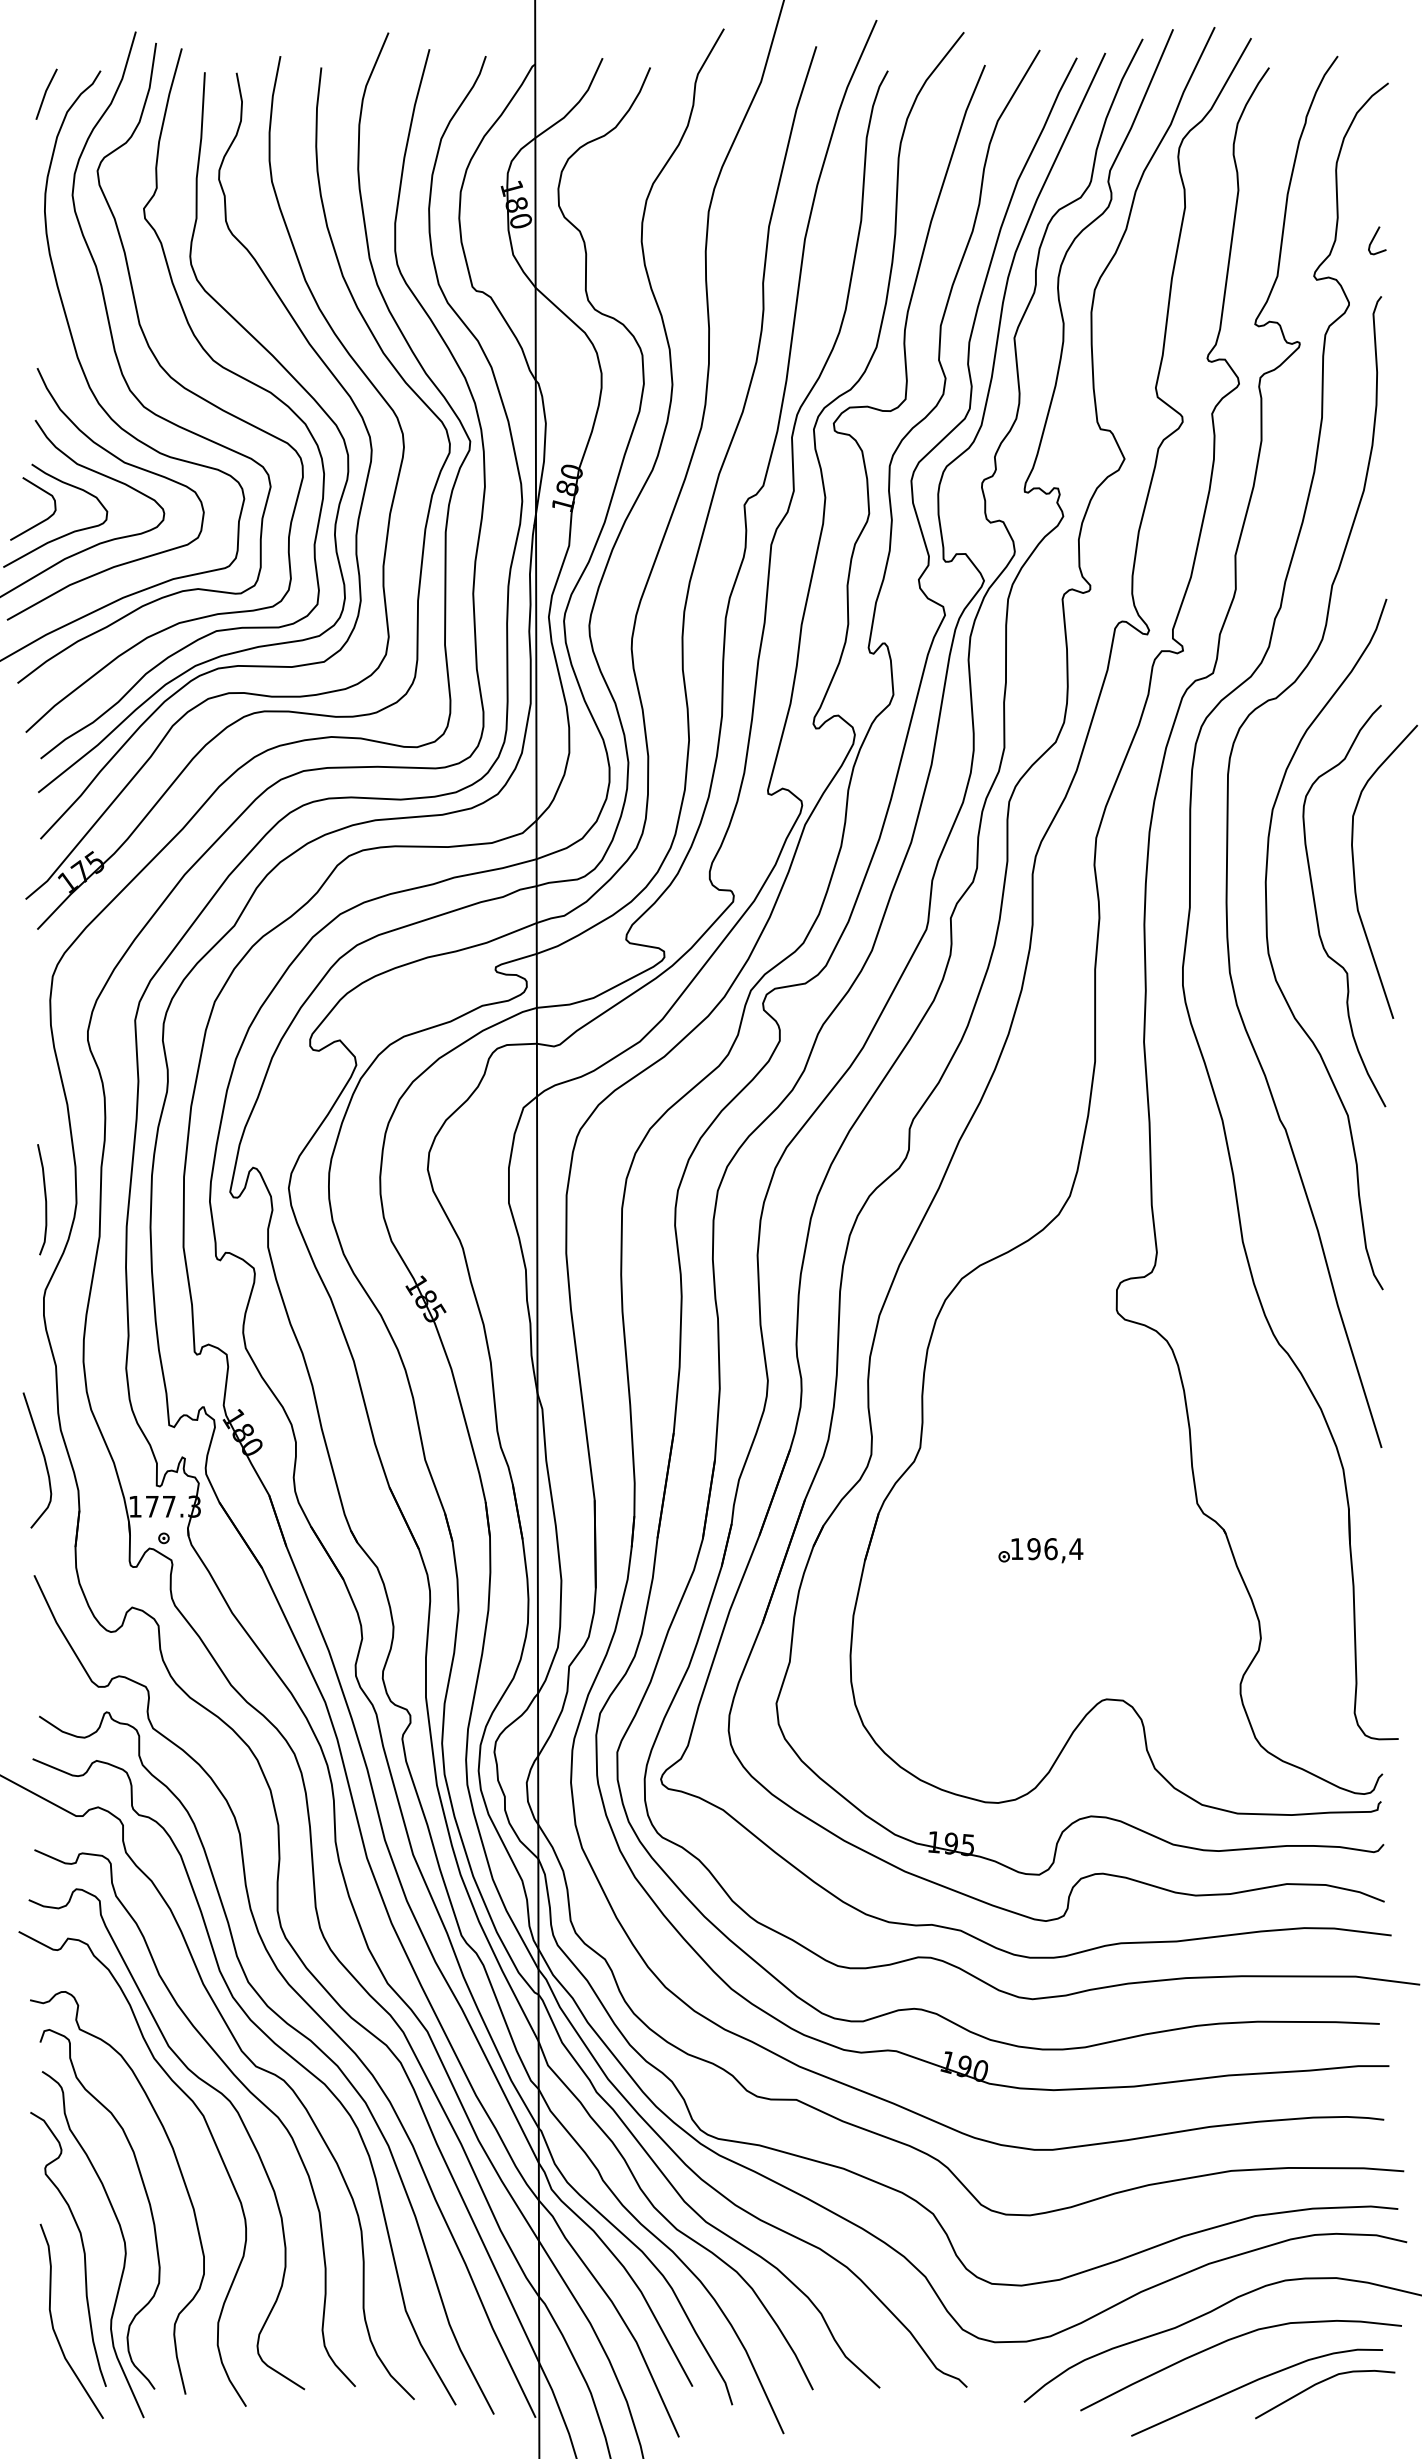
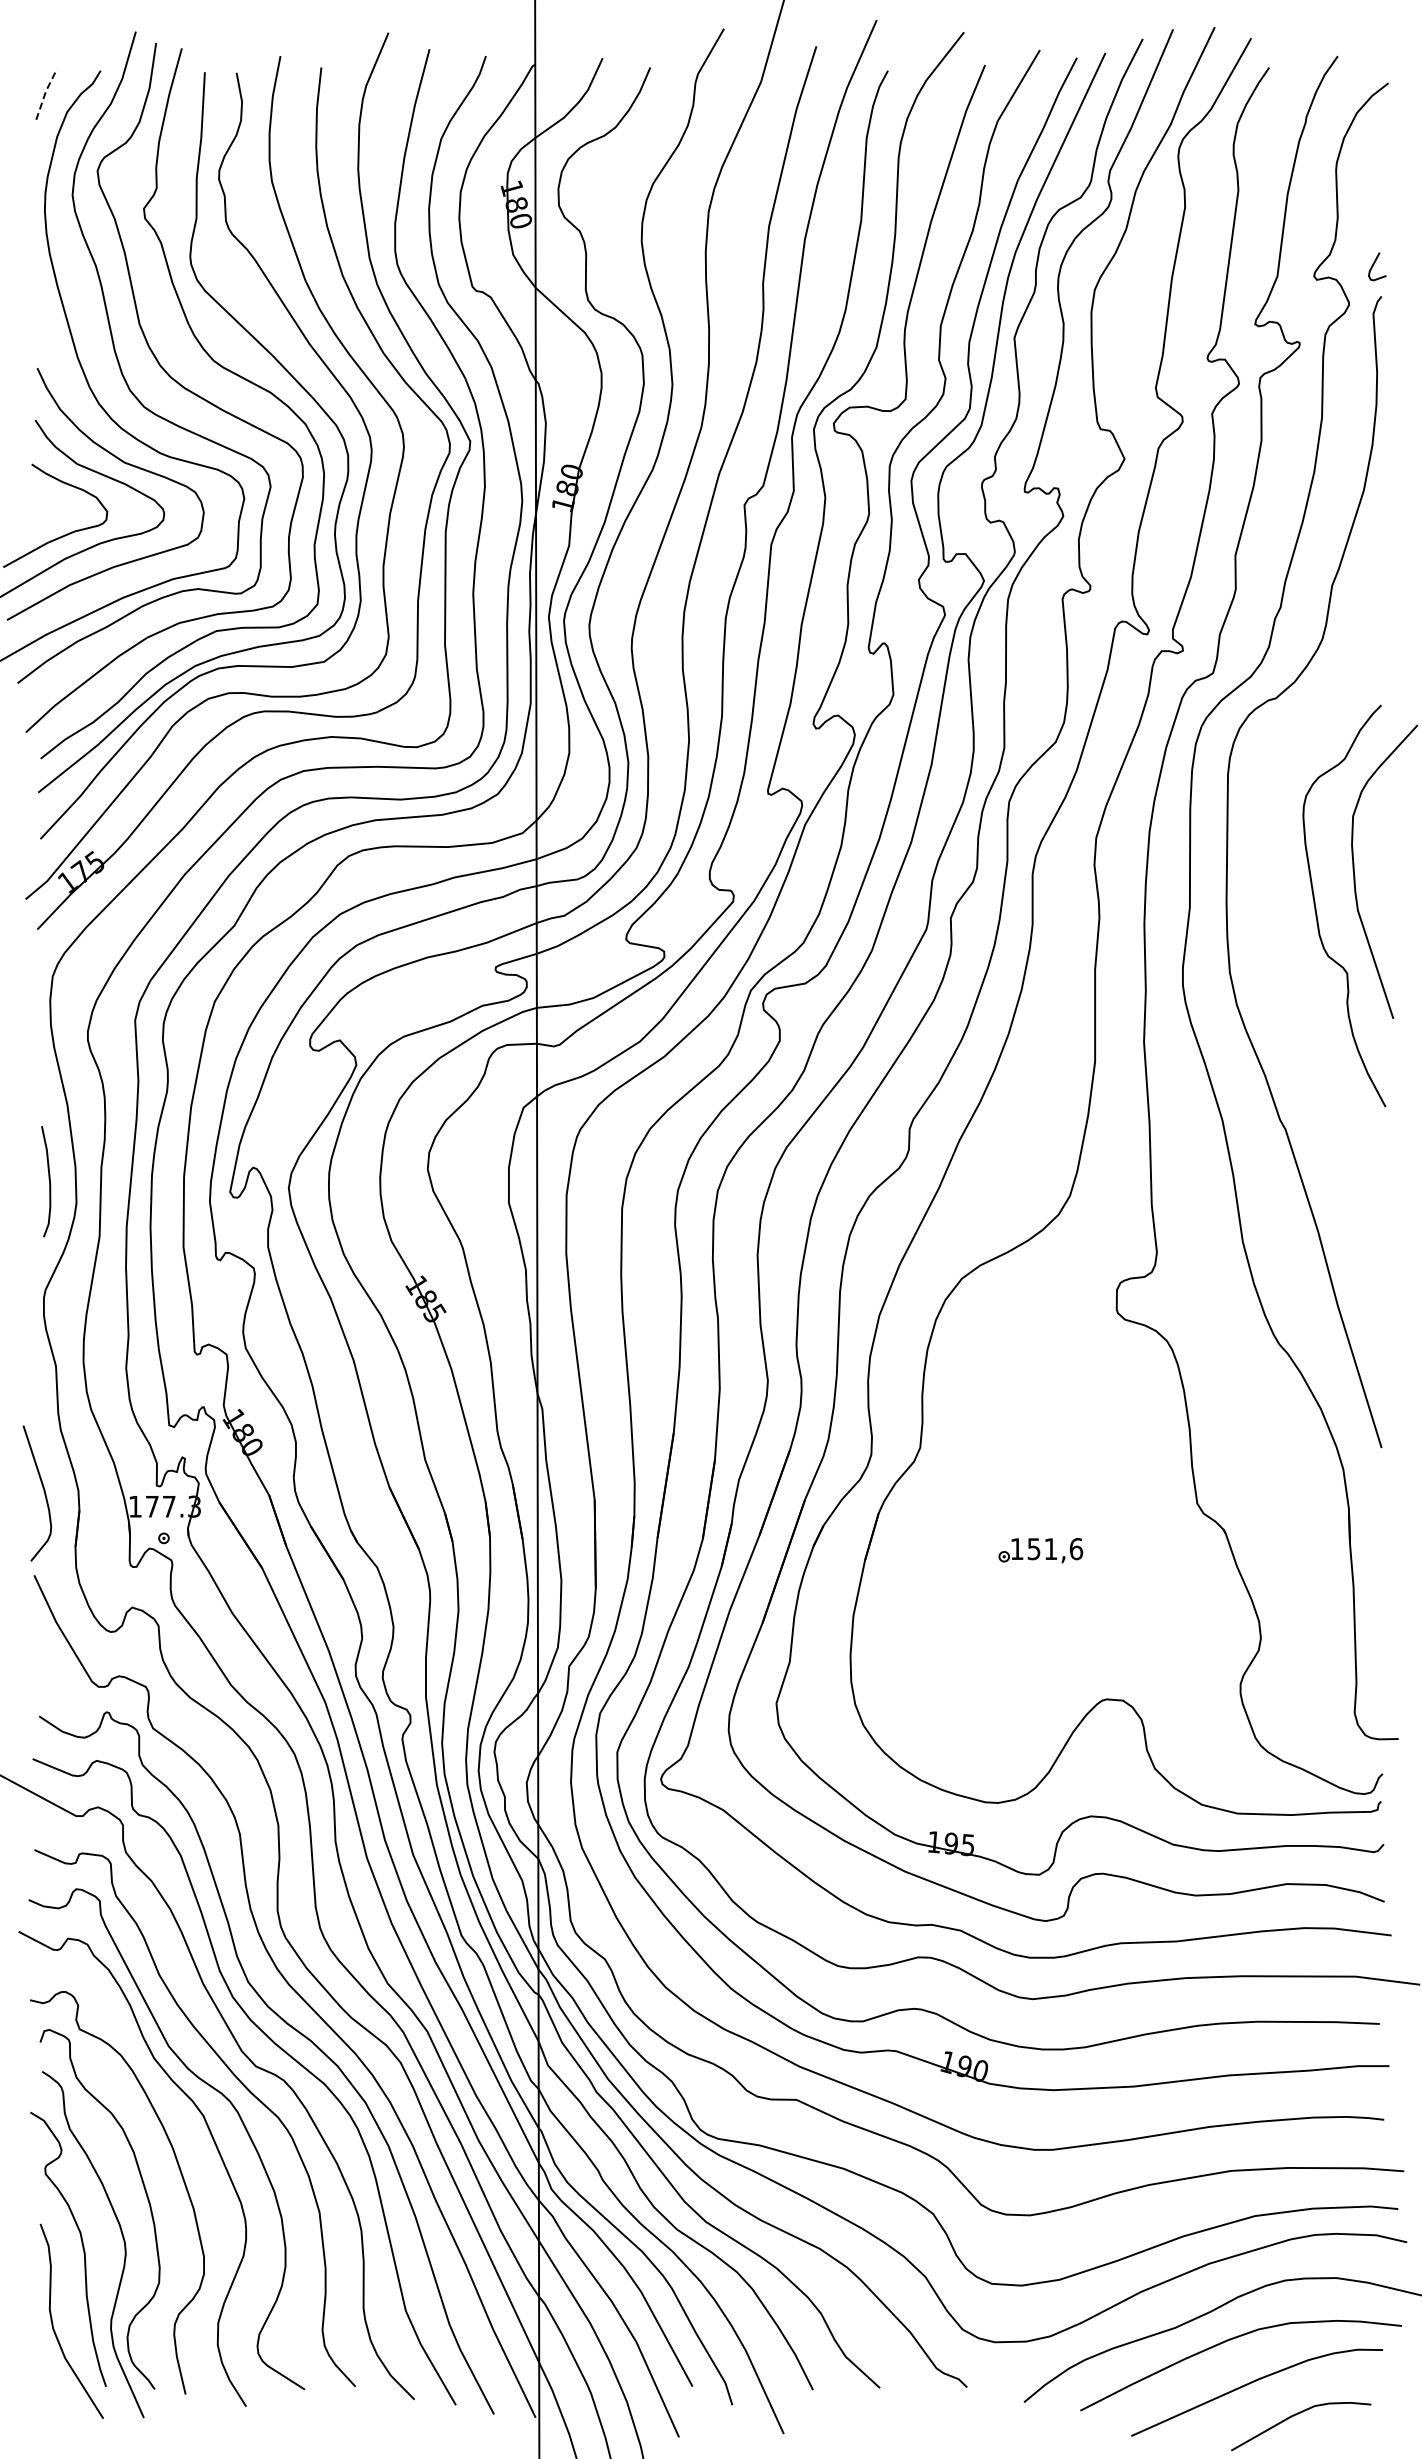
line at (45, 92): solid -> dashed
curve at (1374, 238) position: (1374, 238) -> (1374, 264)
curve at (40, 521): present -> none
curve at (1271, 959): present -> none
curve at (44, 1197) position: (44, 1197) -> (48, 1179)
curve at (43, 1458) position: (43, 1458) -> (43, 1491)
text at (1055, 1549): 196,4 -> 151,6
curve at (1320, 2383) position: (1320, 2383) -> (1296, 2415)
